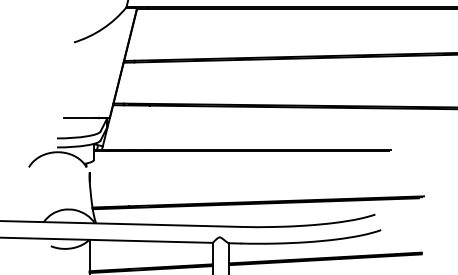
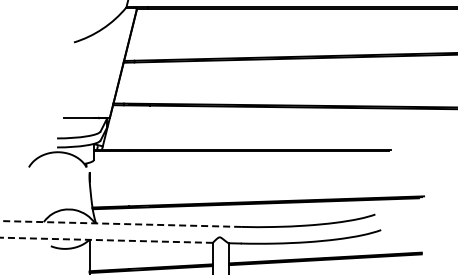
line at (120, 223): solid -> dashed
line at (105, 240): solid -> dashed
